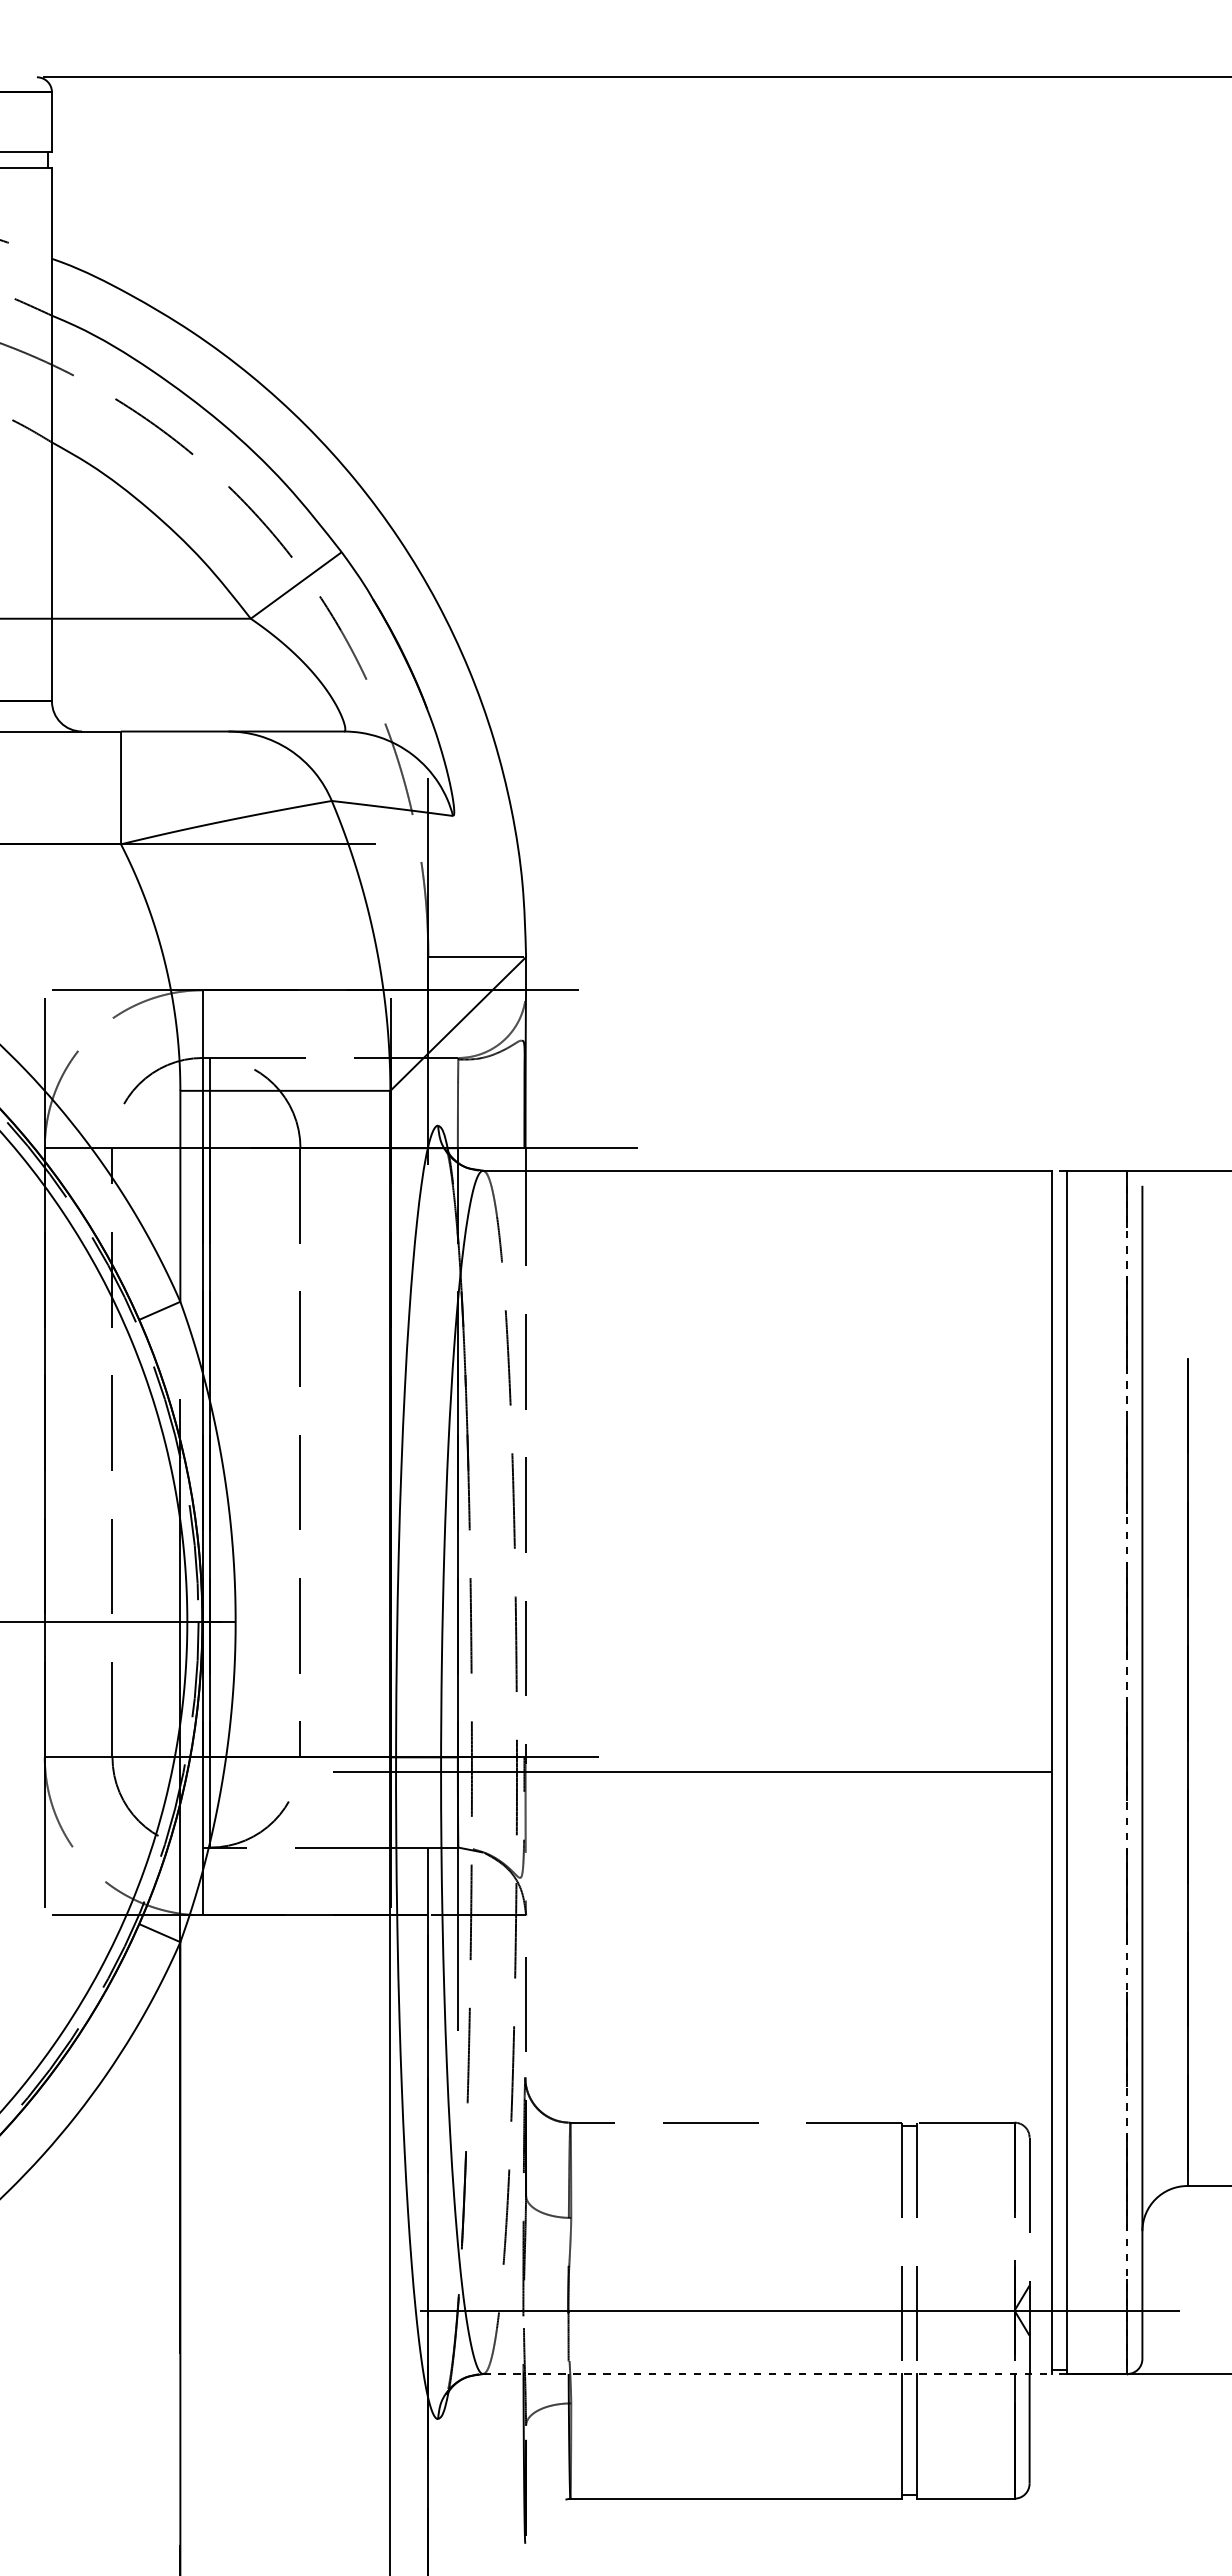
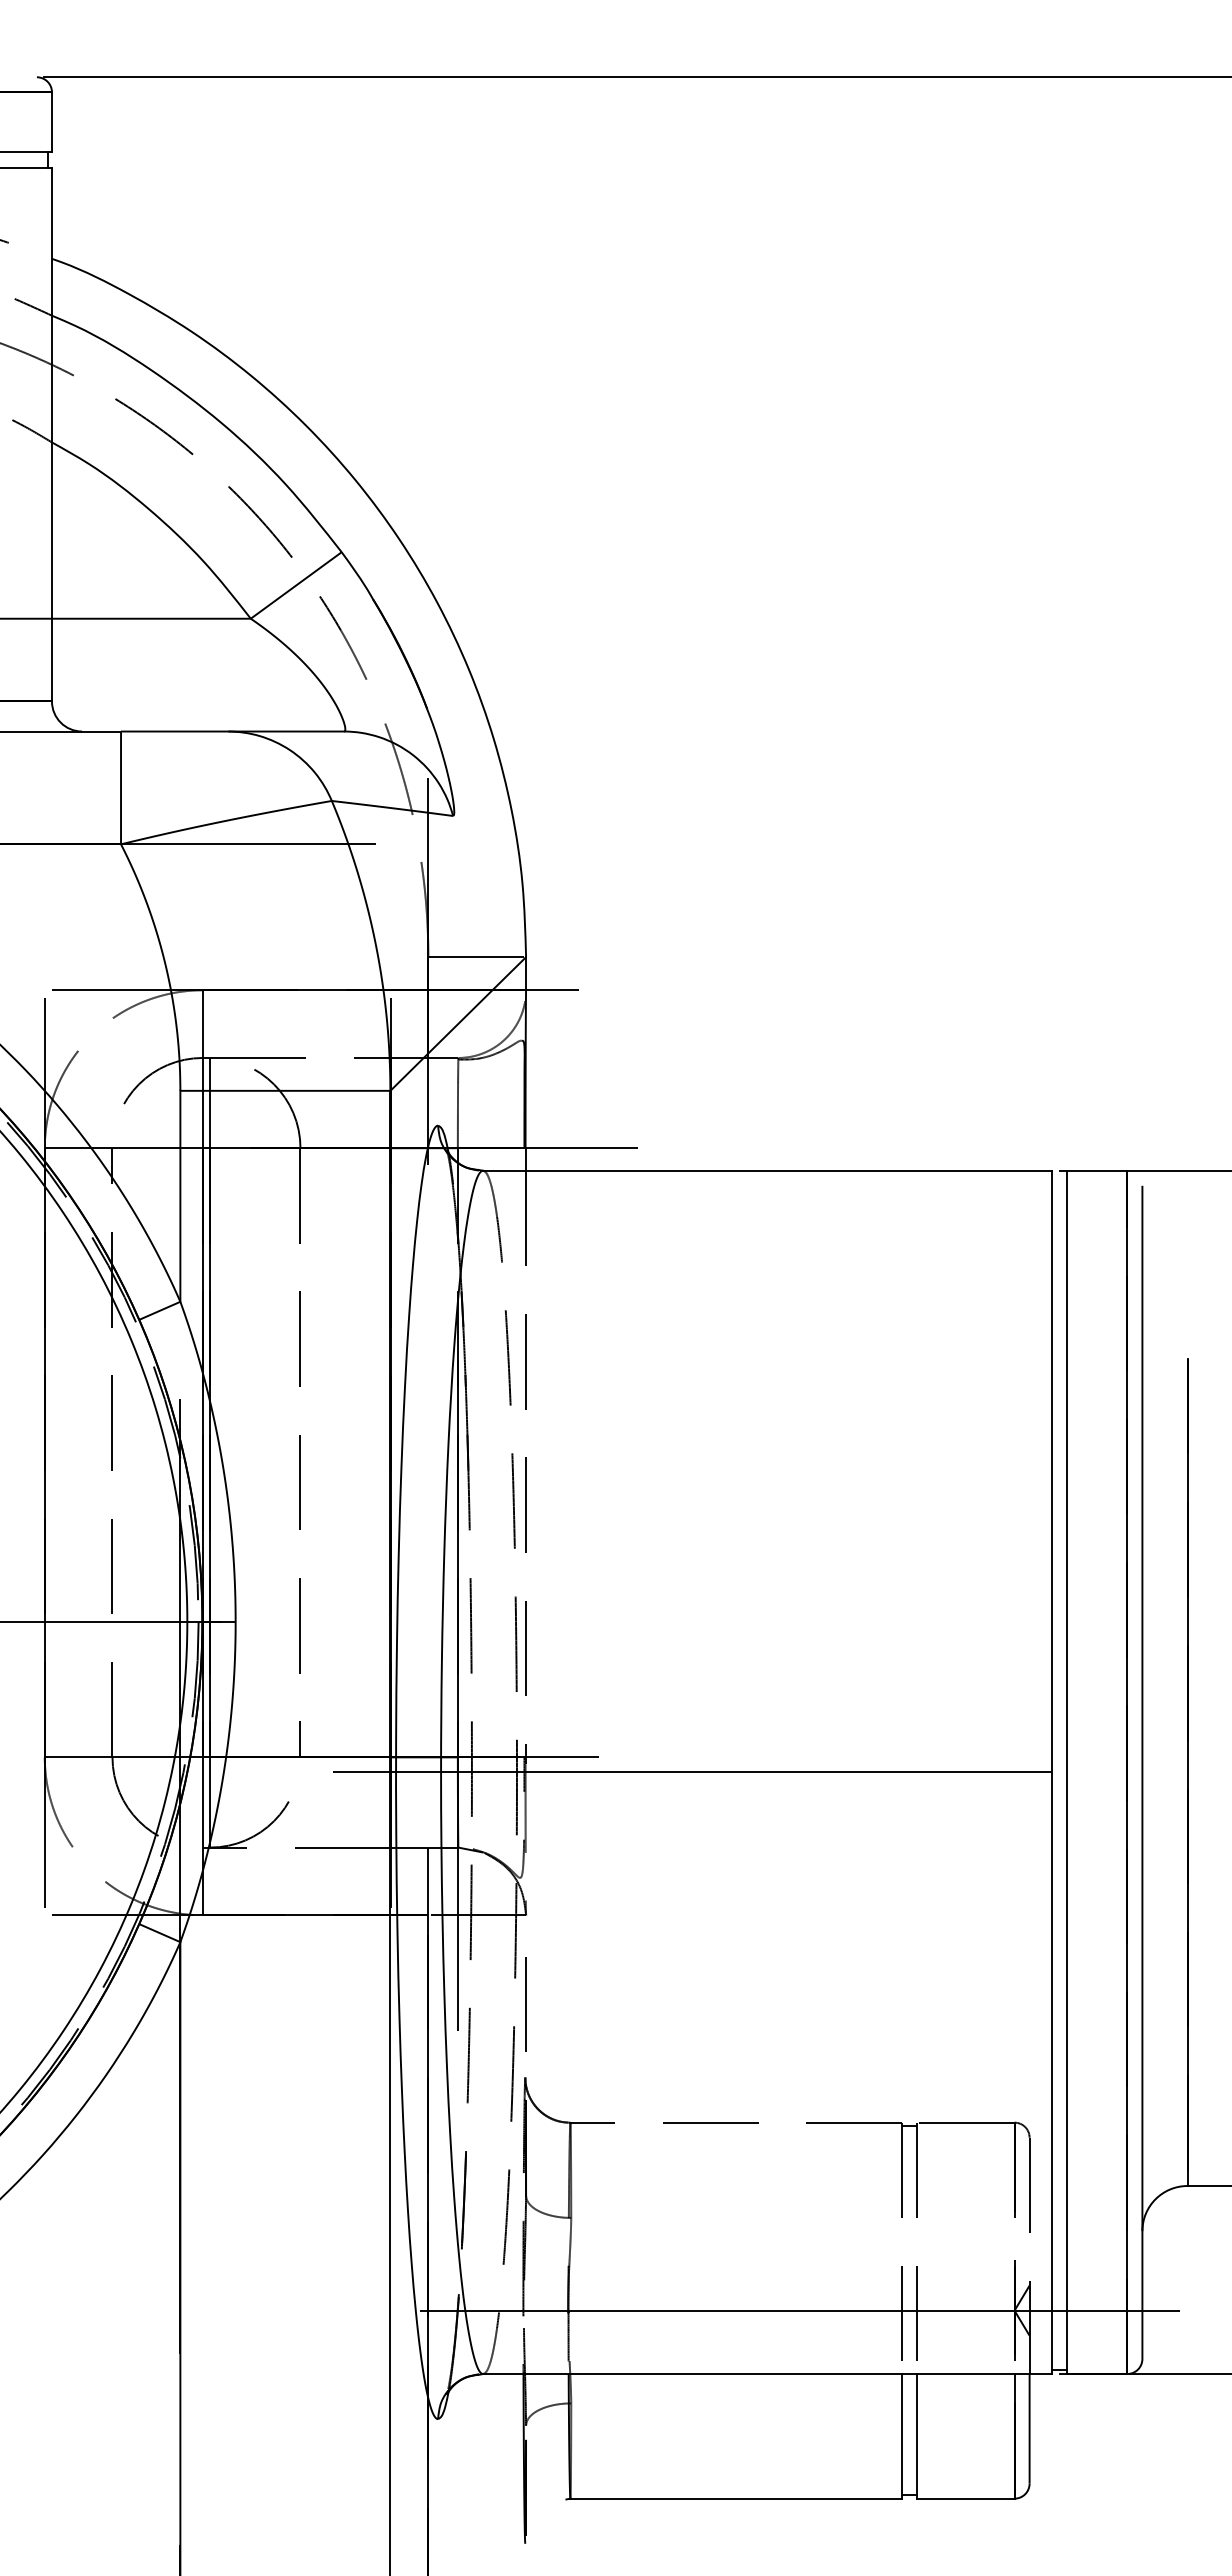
line at (1127, 1772): dashed -> solid
line at (767, 2374): dashed -> solid
